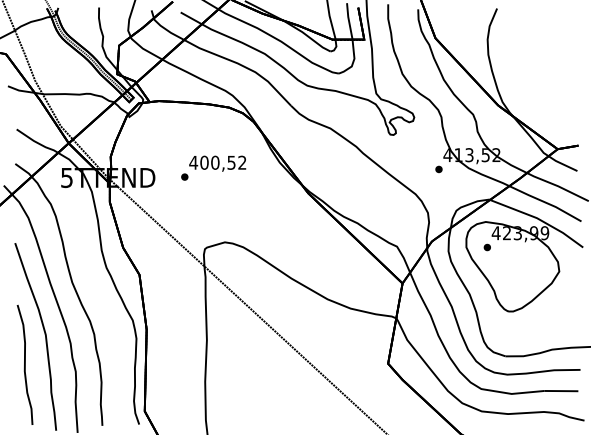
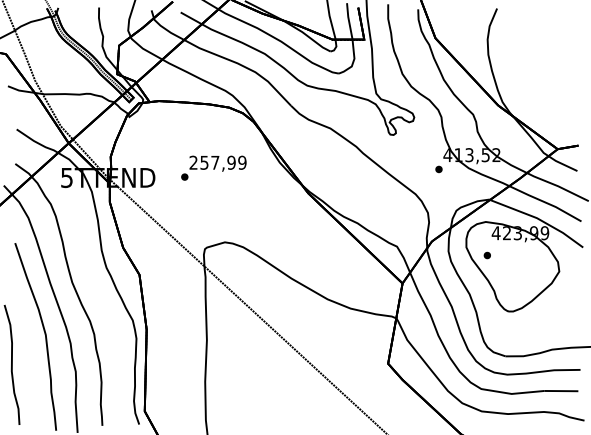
text at (217, 162): 400,52 -> 257,99
part at (486, 247) position: (486, 247) -> (486, 255)
curve at (24, 364) position: (24, 364) -> (11, 364)
